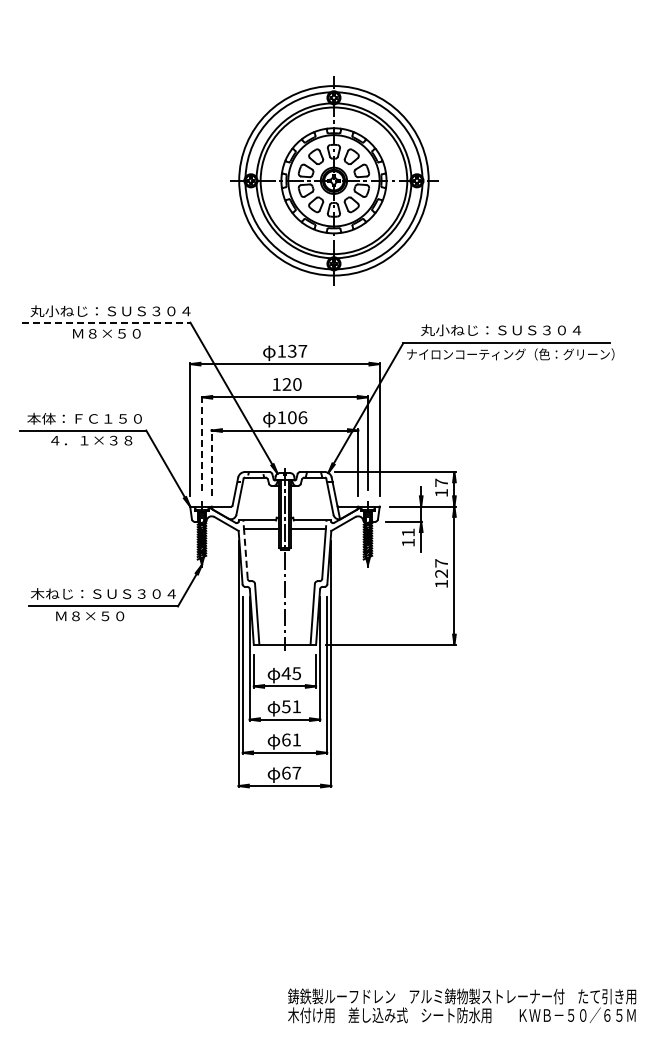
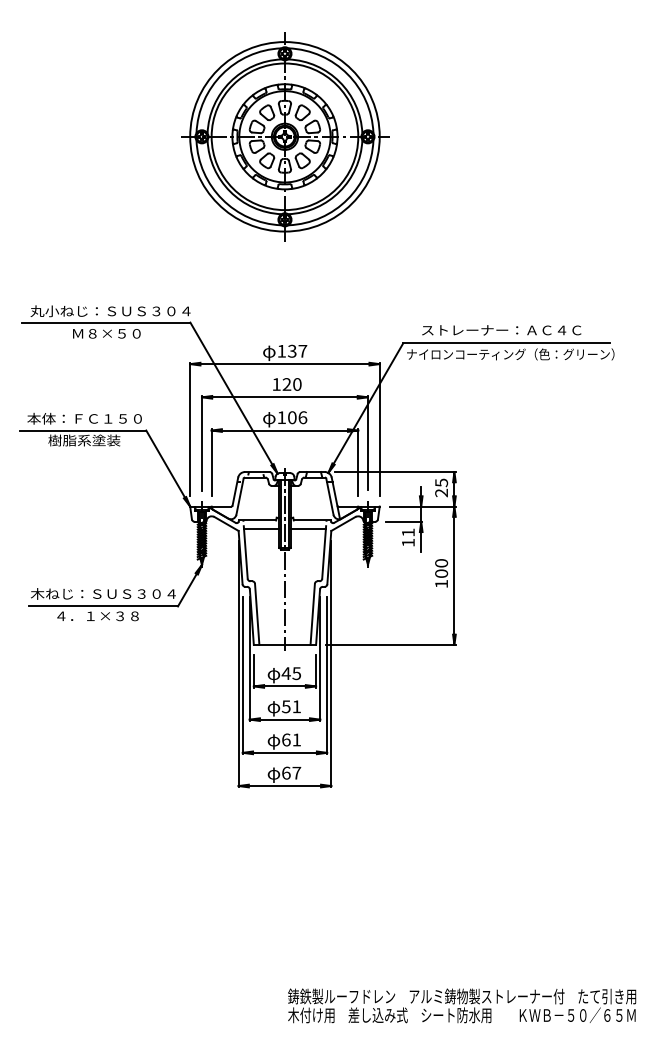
part at (334, 180) position: (334, 180) -> (285, 136)
line at (106, 322): dashed -> solid
text at (501, 330): 丸小ねじ：ＳＵＳ３０４ -> ストレーナー：ＡＣ４Ｃ
text at (90, 440): ４．１×３８ -> 樹脂系塗装
line at (201, 442): dashed -> solid
line at (211, 462): dashed -> solid
text at (441, 487): 17 -> 25
line at (245, 553): dashed -> solid
text at (441, 568): 127 -> 100
text at (97, 616): Ｍ８×５０ -> ４．１×３８
